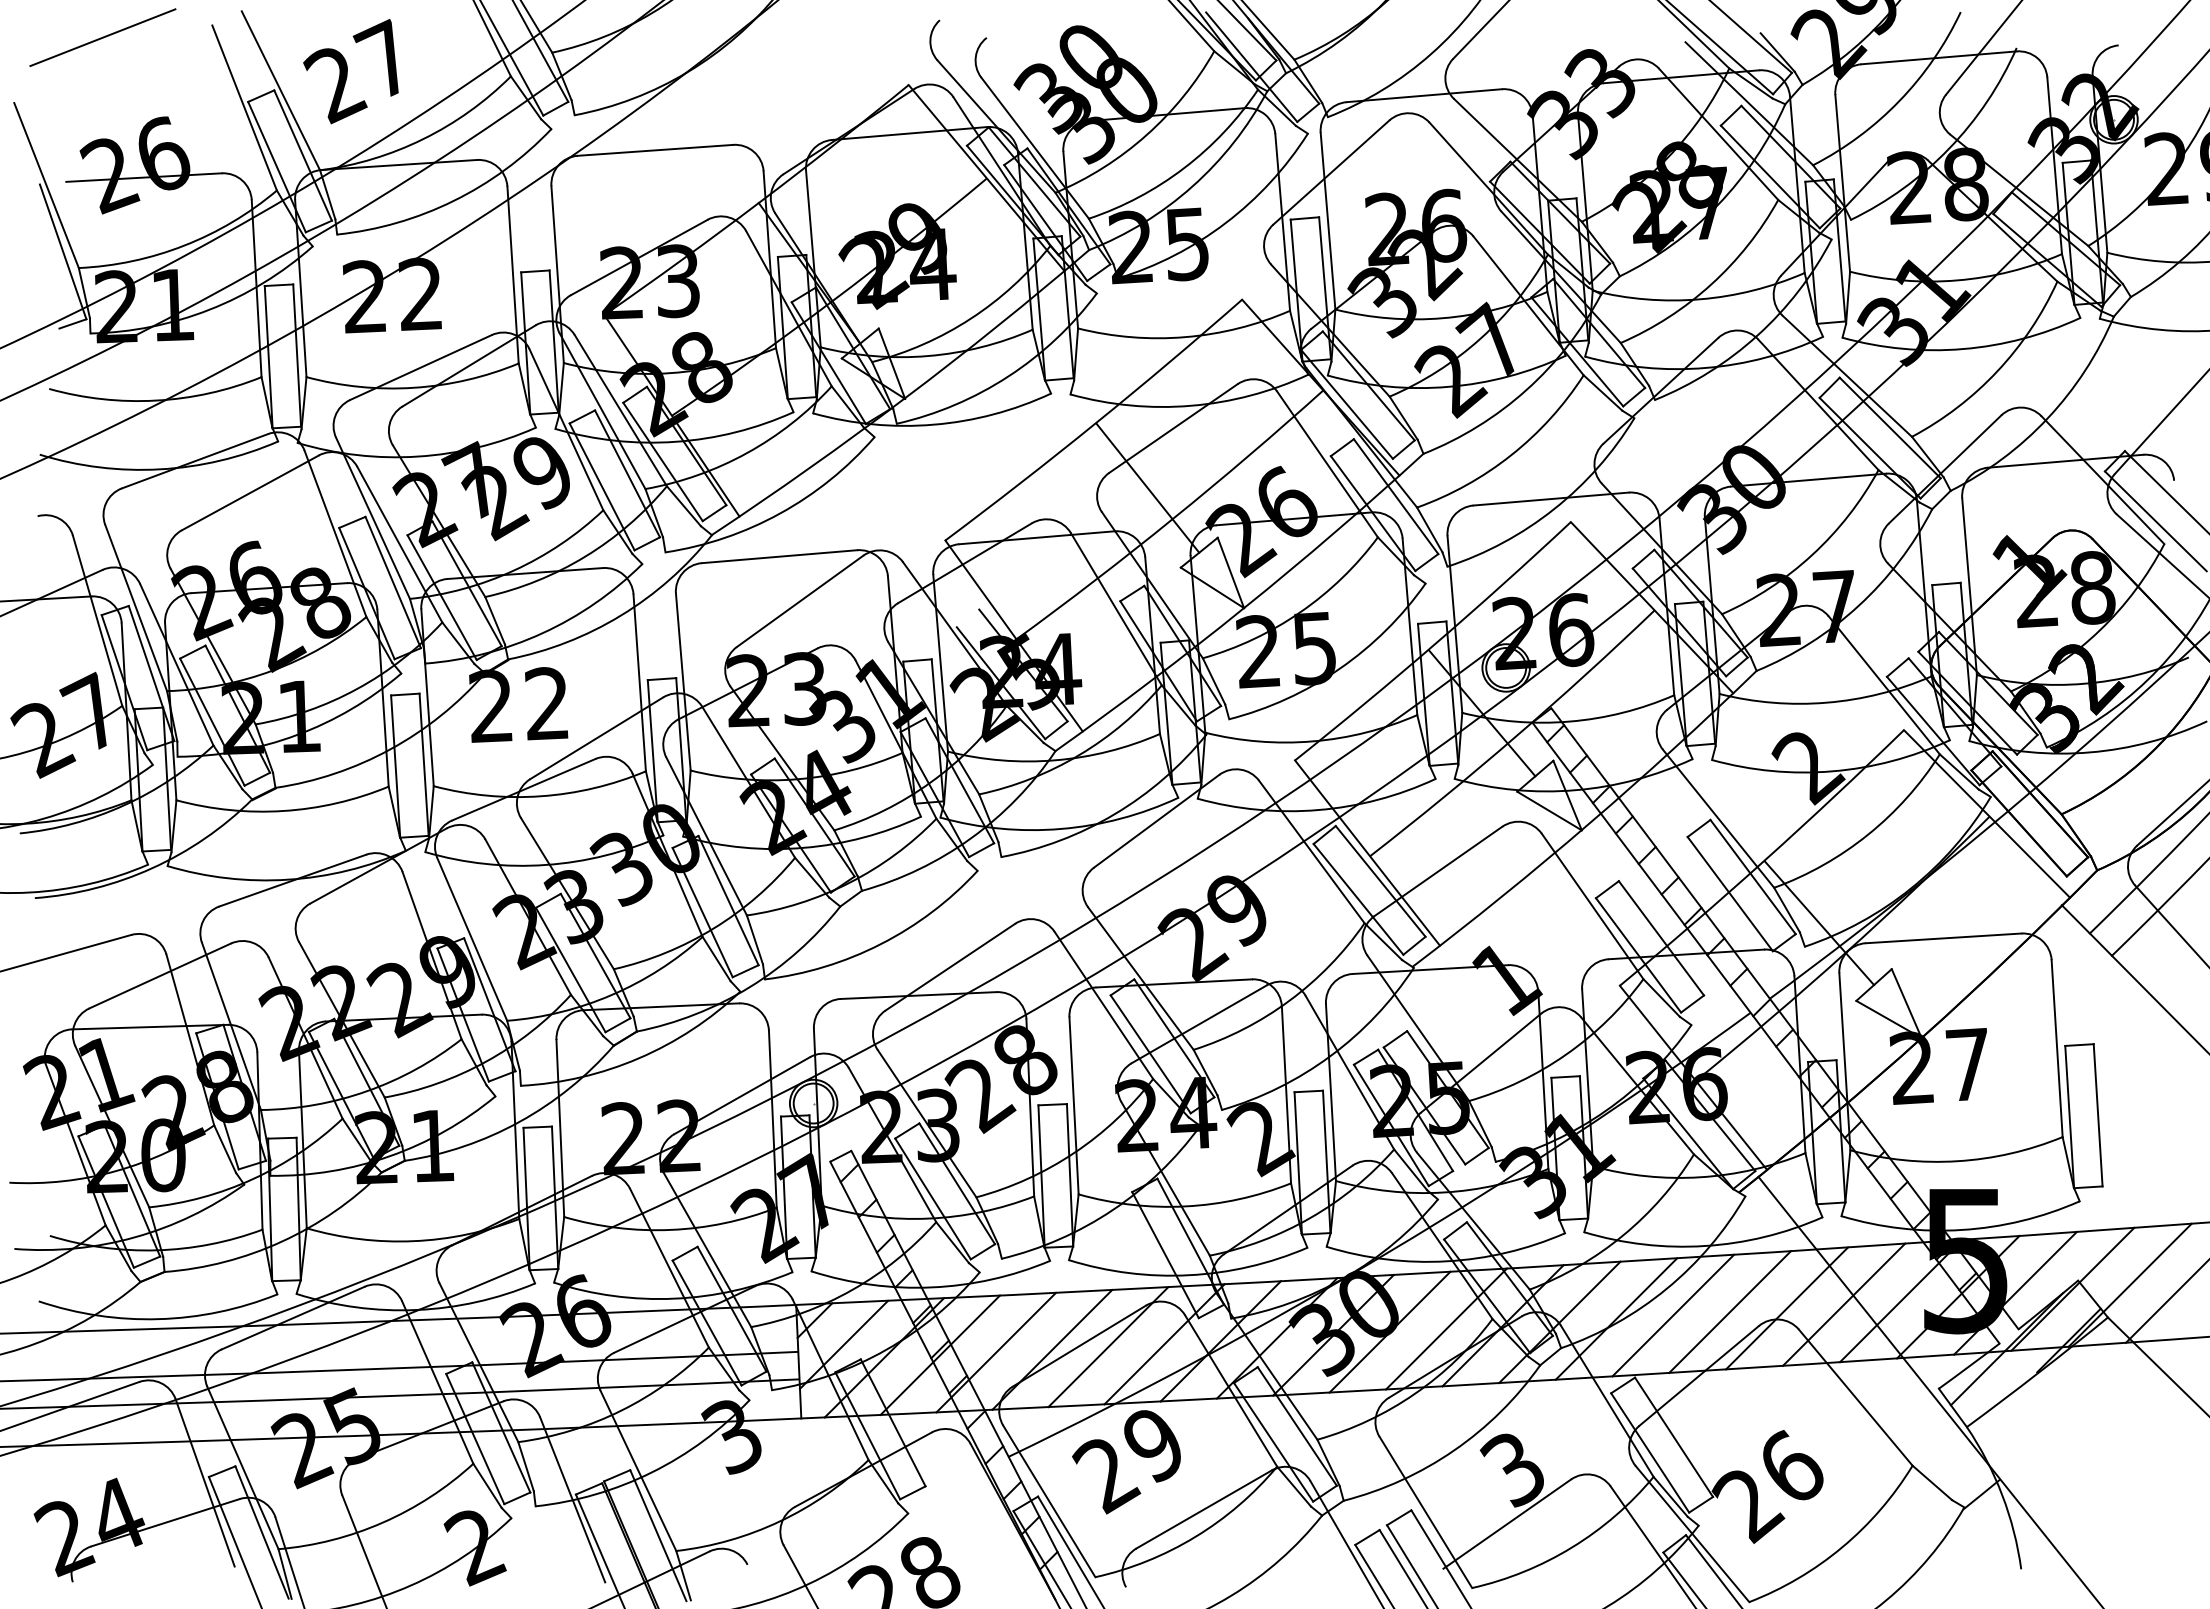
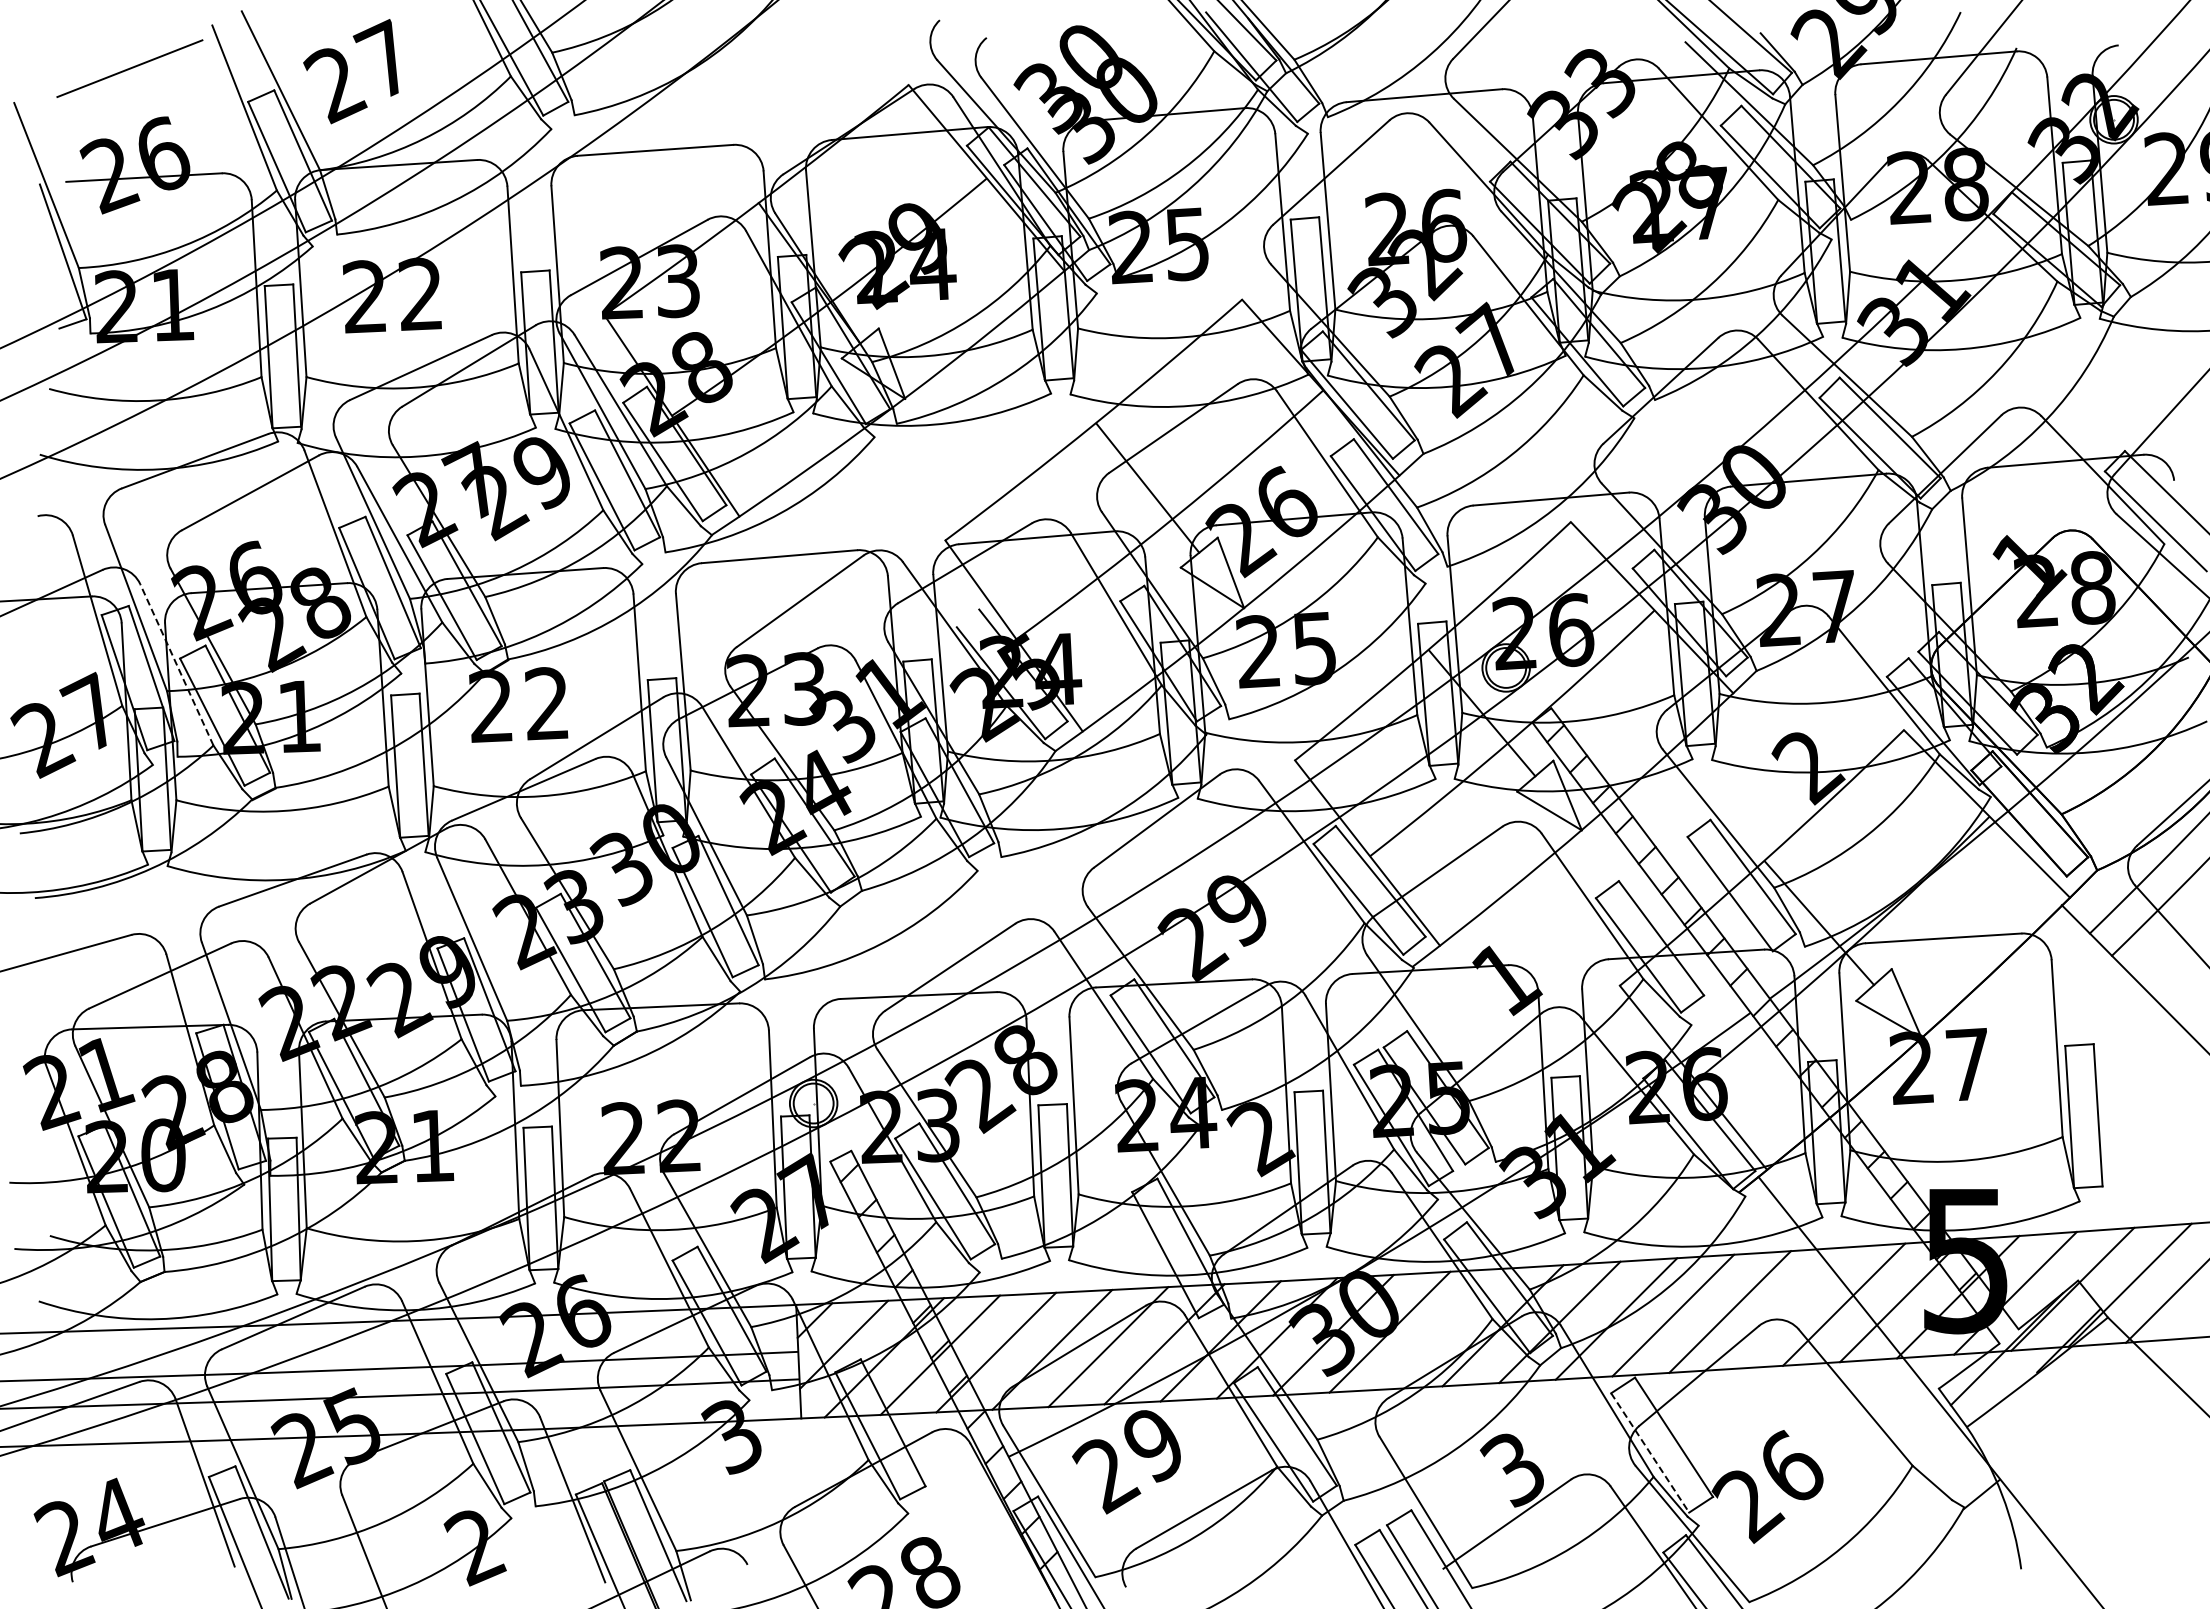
line at (102, 37) position: (102, 37) -> (129, 68)
line at (176, 664): solid -> dashed
line at (1787, 1308): present -> none
line at (1446, 1328): present -> none
line at (1650, 1453): solid -> dashed
